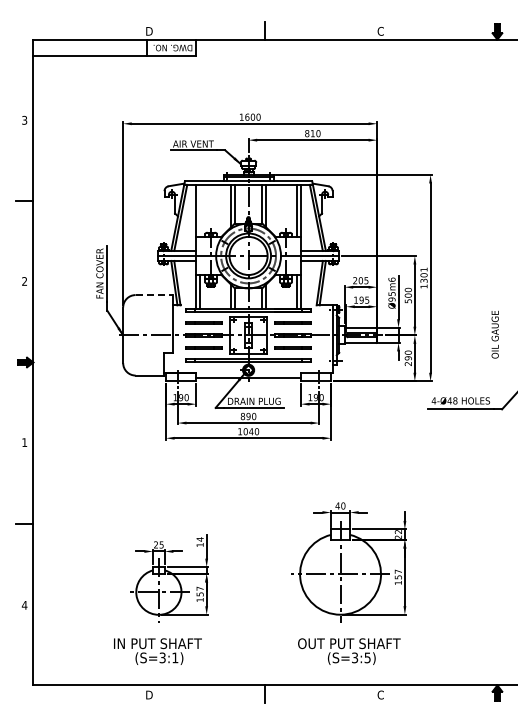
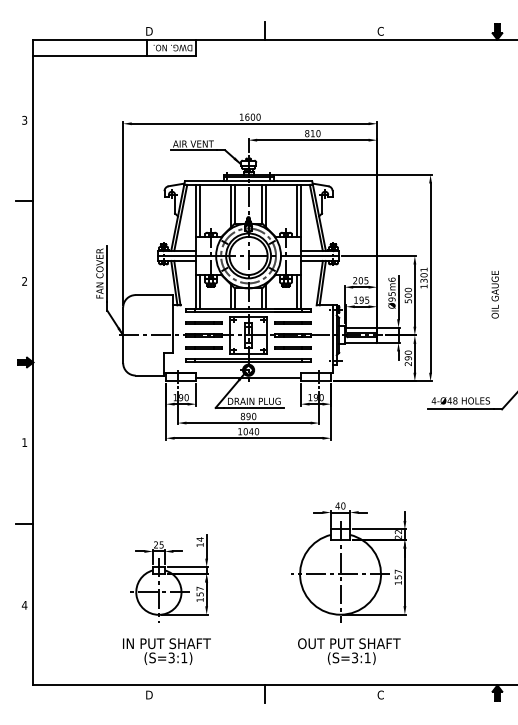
line at (199, 210): none -> present
line at (154, 295): dashed -> solid
text at (494, 334) position: (494, 334) -> (494, 294)
text at (157, 651) position: (157, 651) -> (166, 651)
text at (367, 657): (S=3:5) -> (S=3:1)
